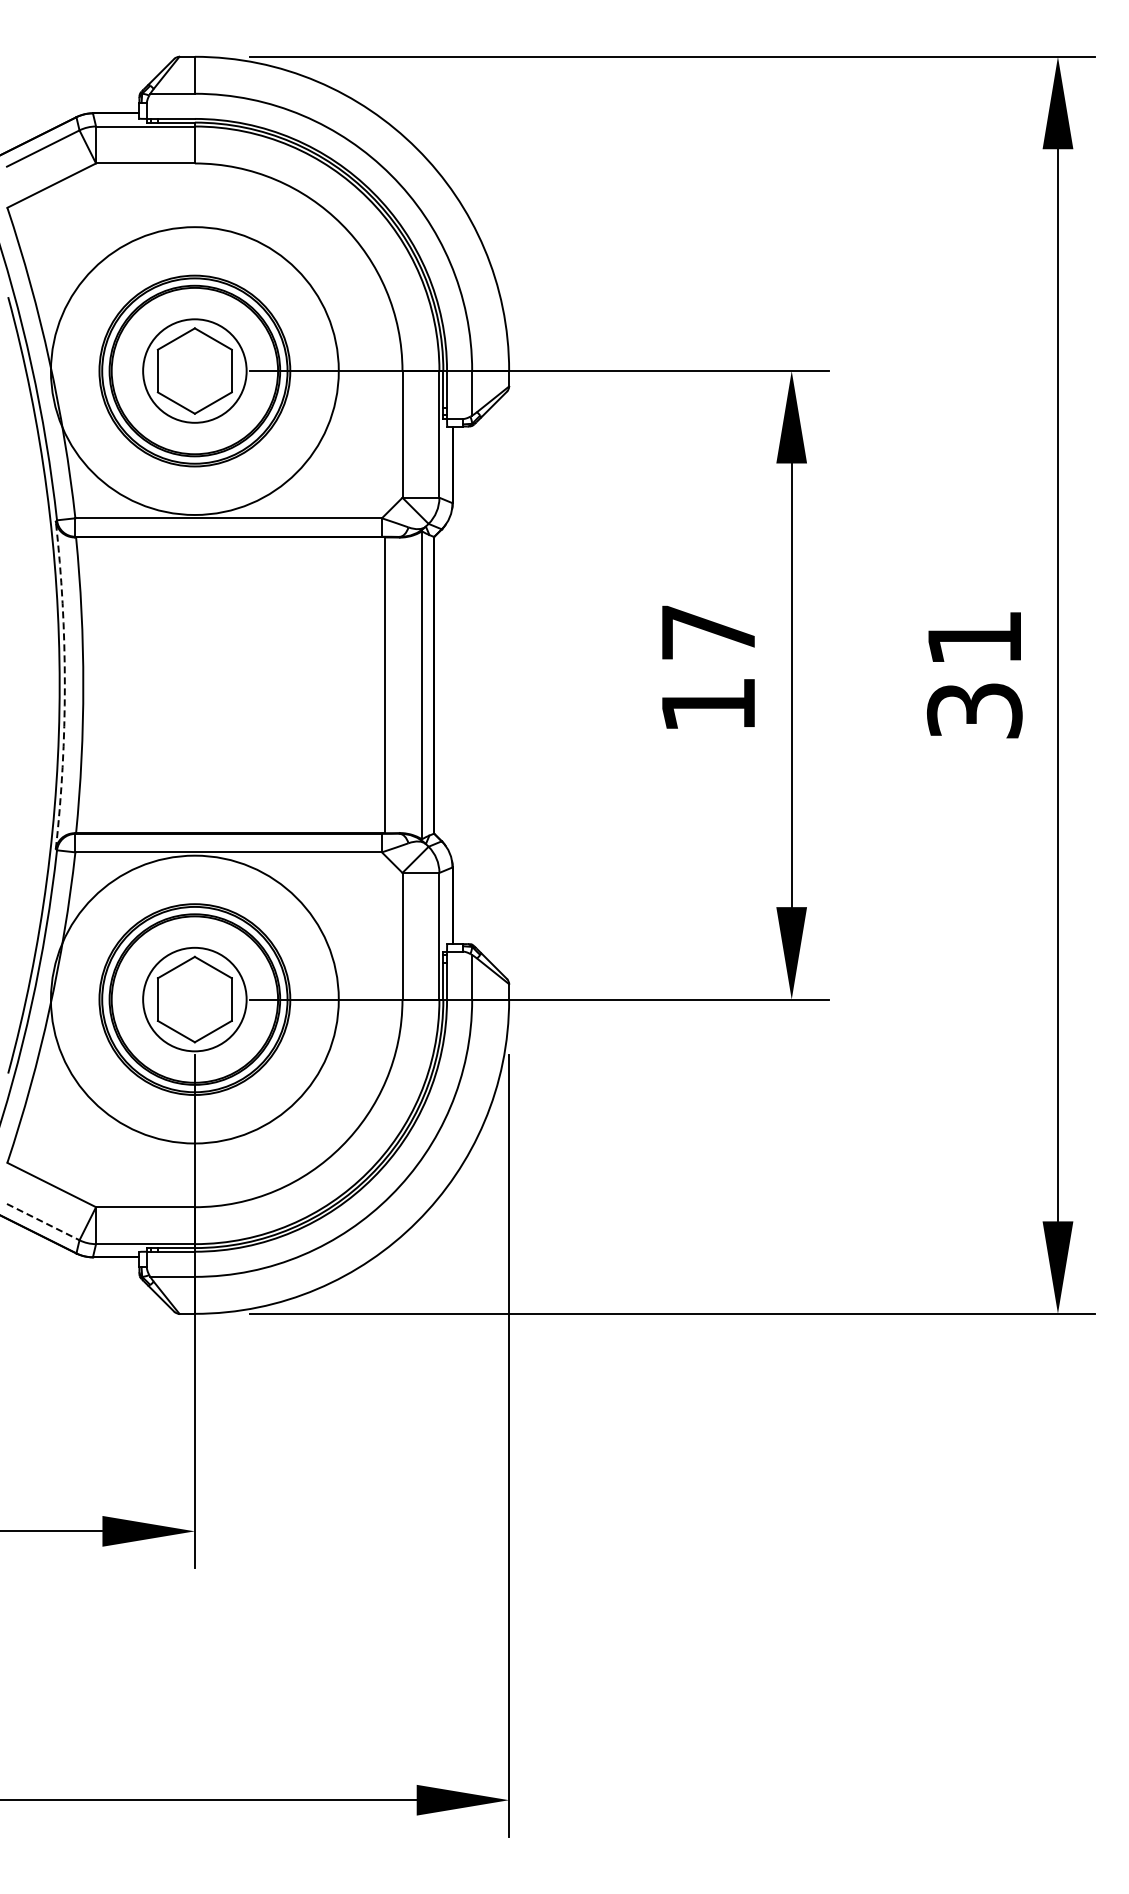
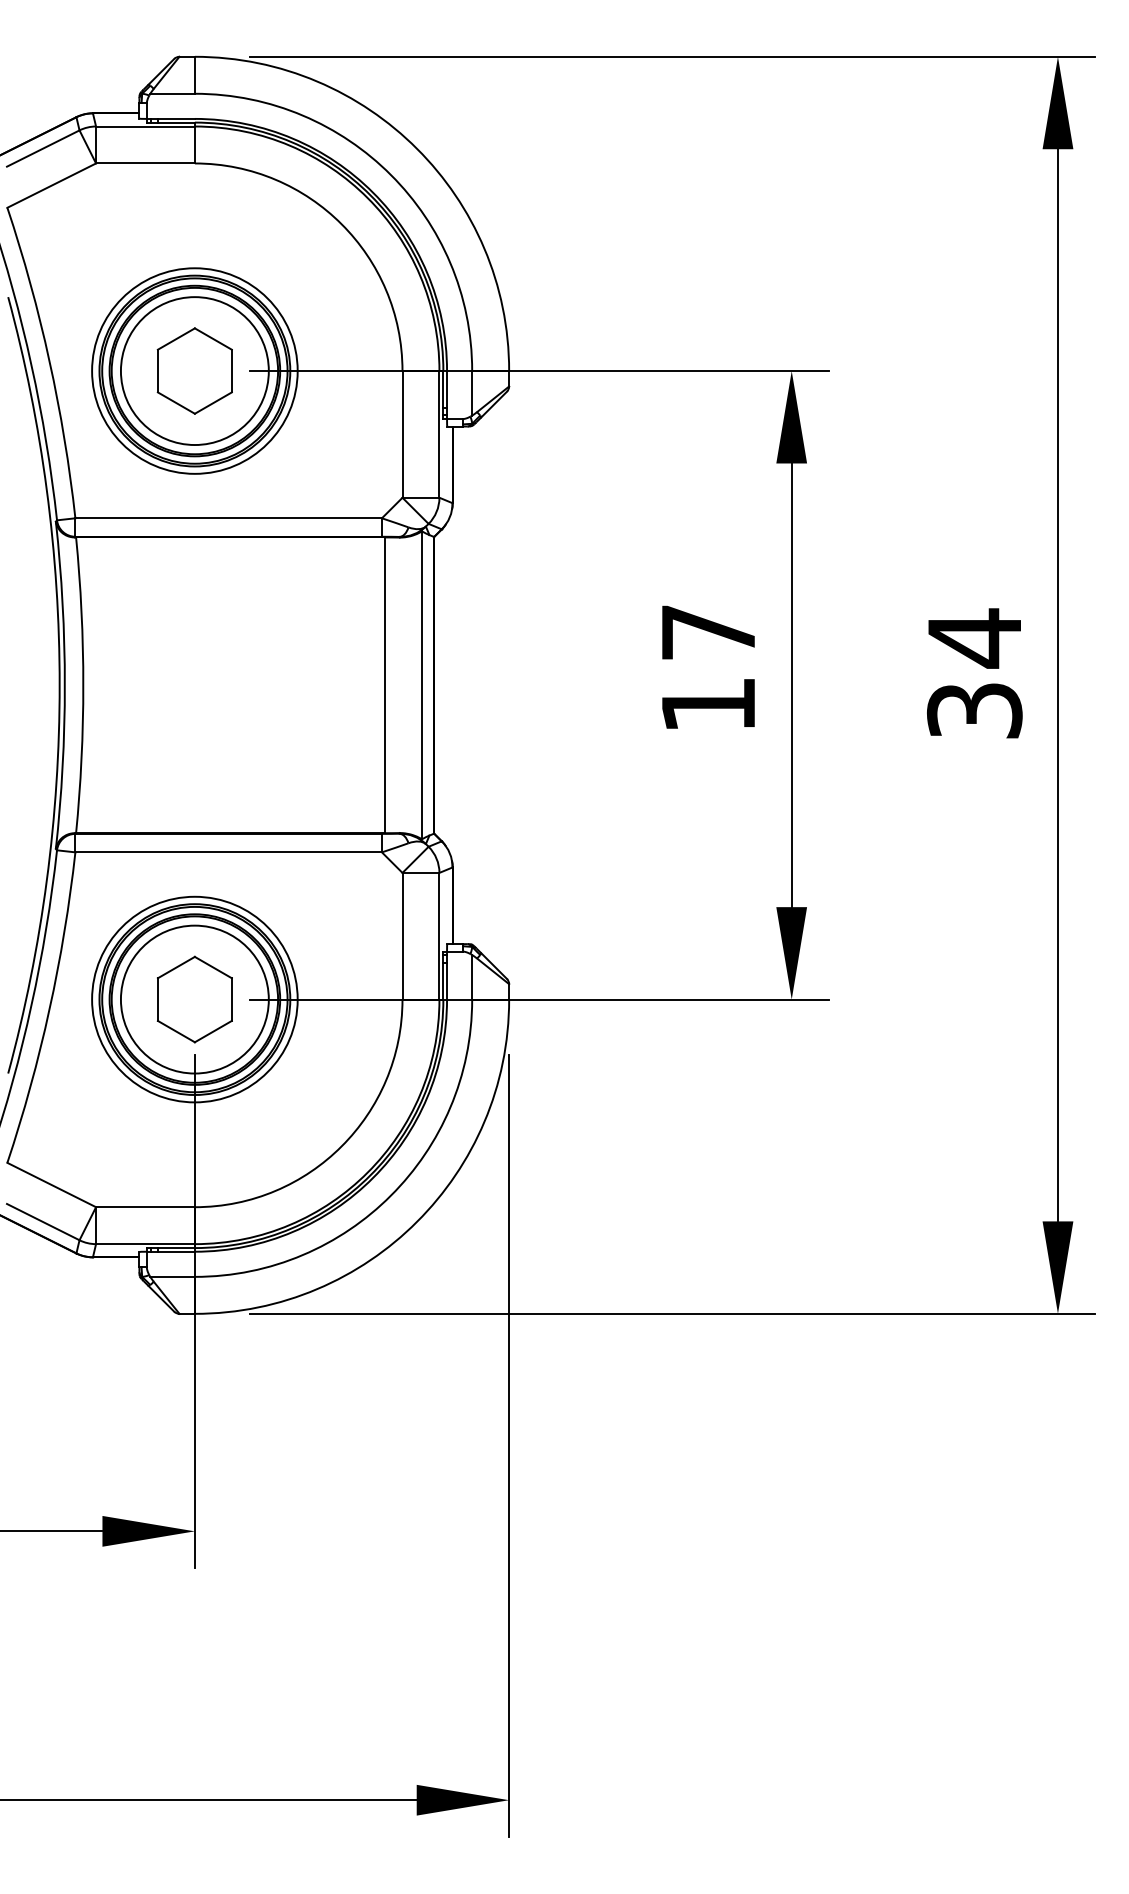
circle at (194, 370) diameter: 104 px -> 148 px
circle at (194, 370) diameter: 288 px -> 206 px
text at (974, 638): 31 -> 34
arc at (64, 685): dashed -> solid
circle at (194, 999) diameter: 104 px -> 148 px
circle at (194, 999) diameter: 288 px -> 206 px
line at (43, 1222): dashed -> solid
